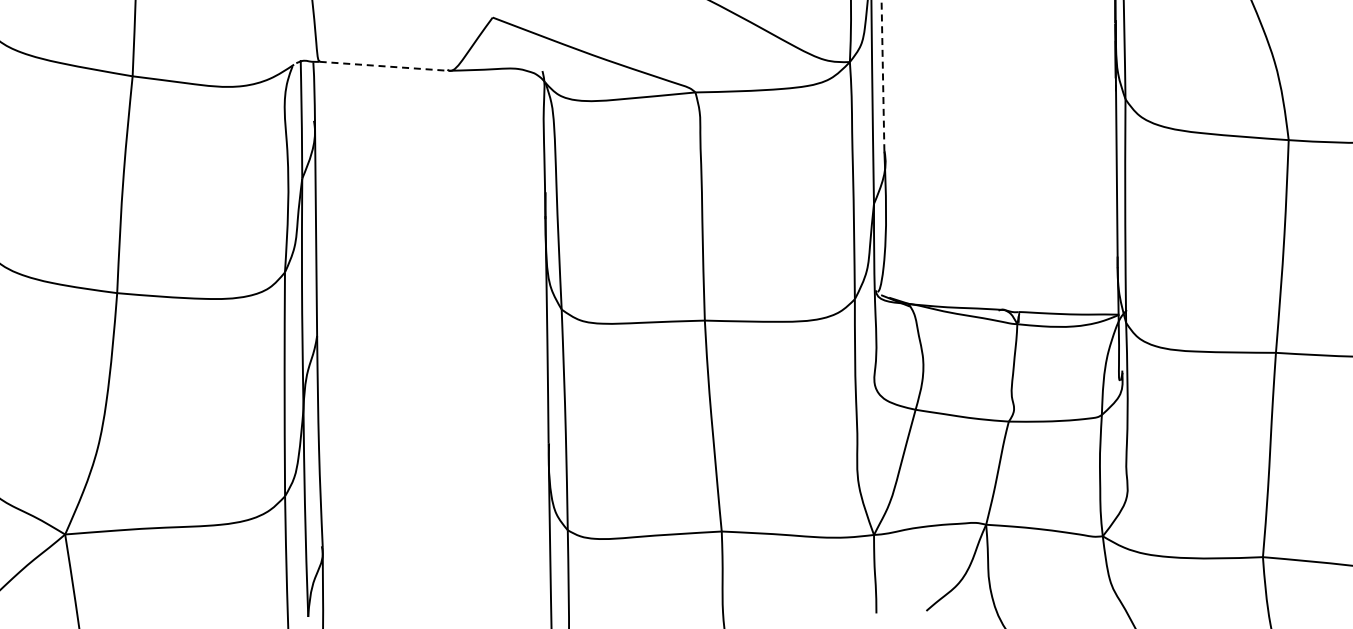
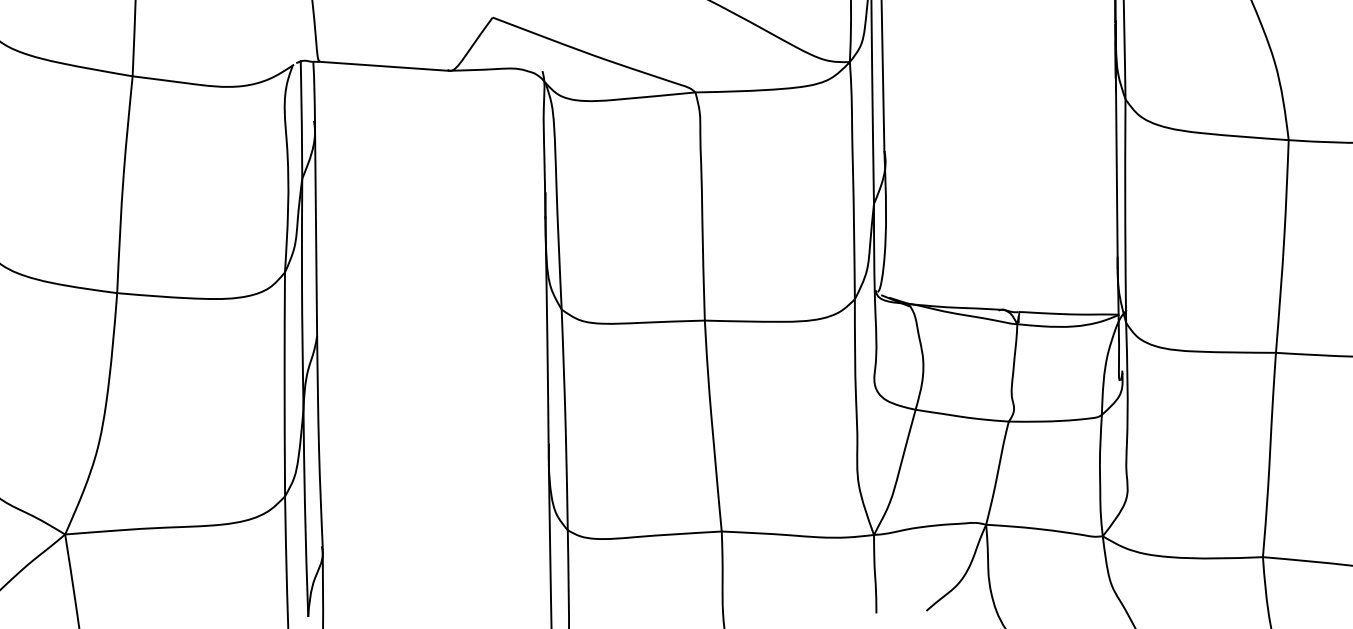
line at (384, 66): dashed -> solid
line at (882, 75): dashed -> solid
